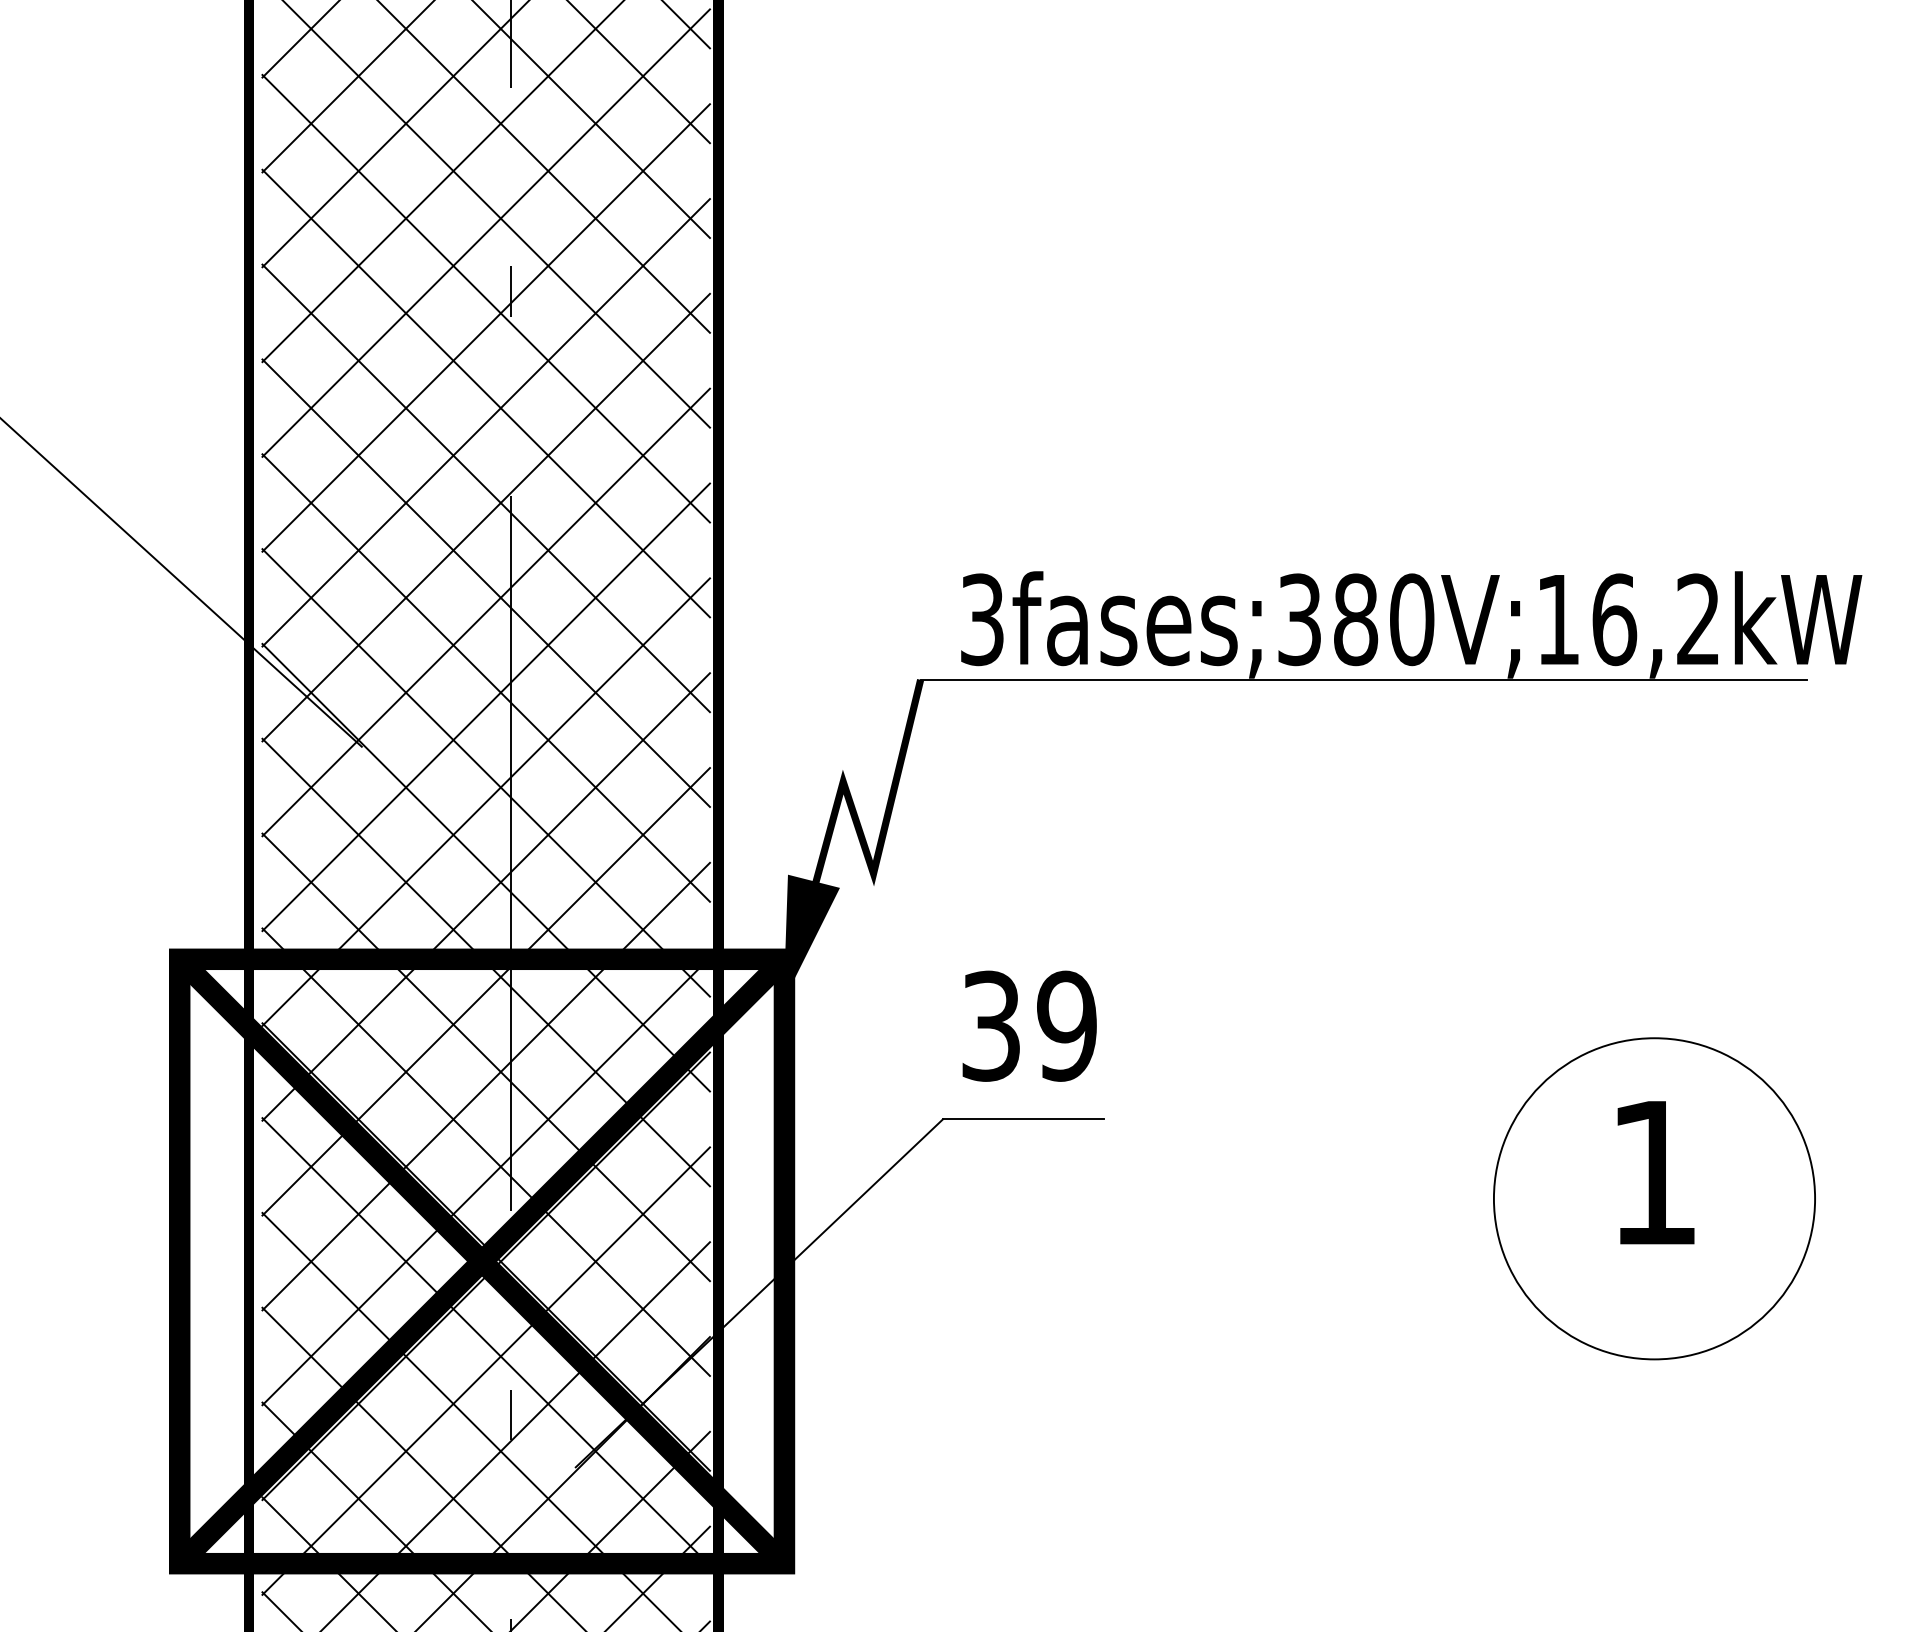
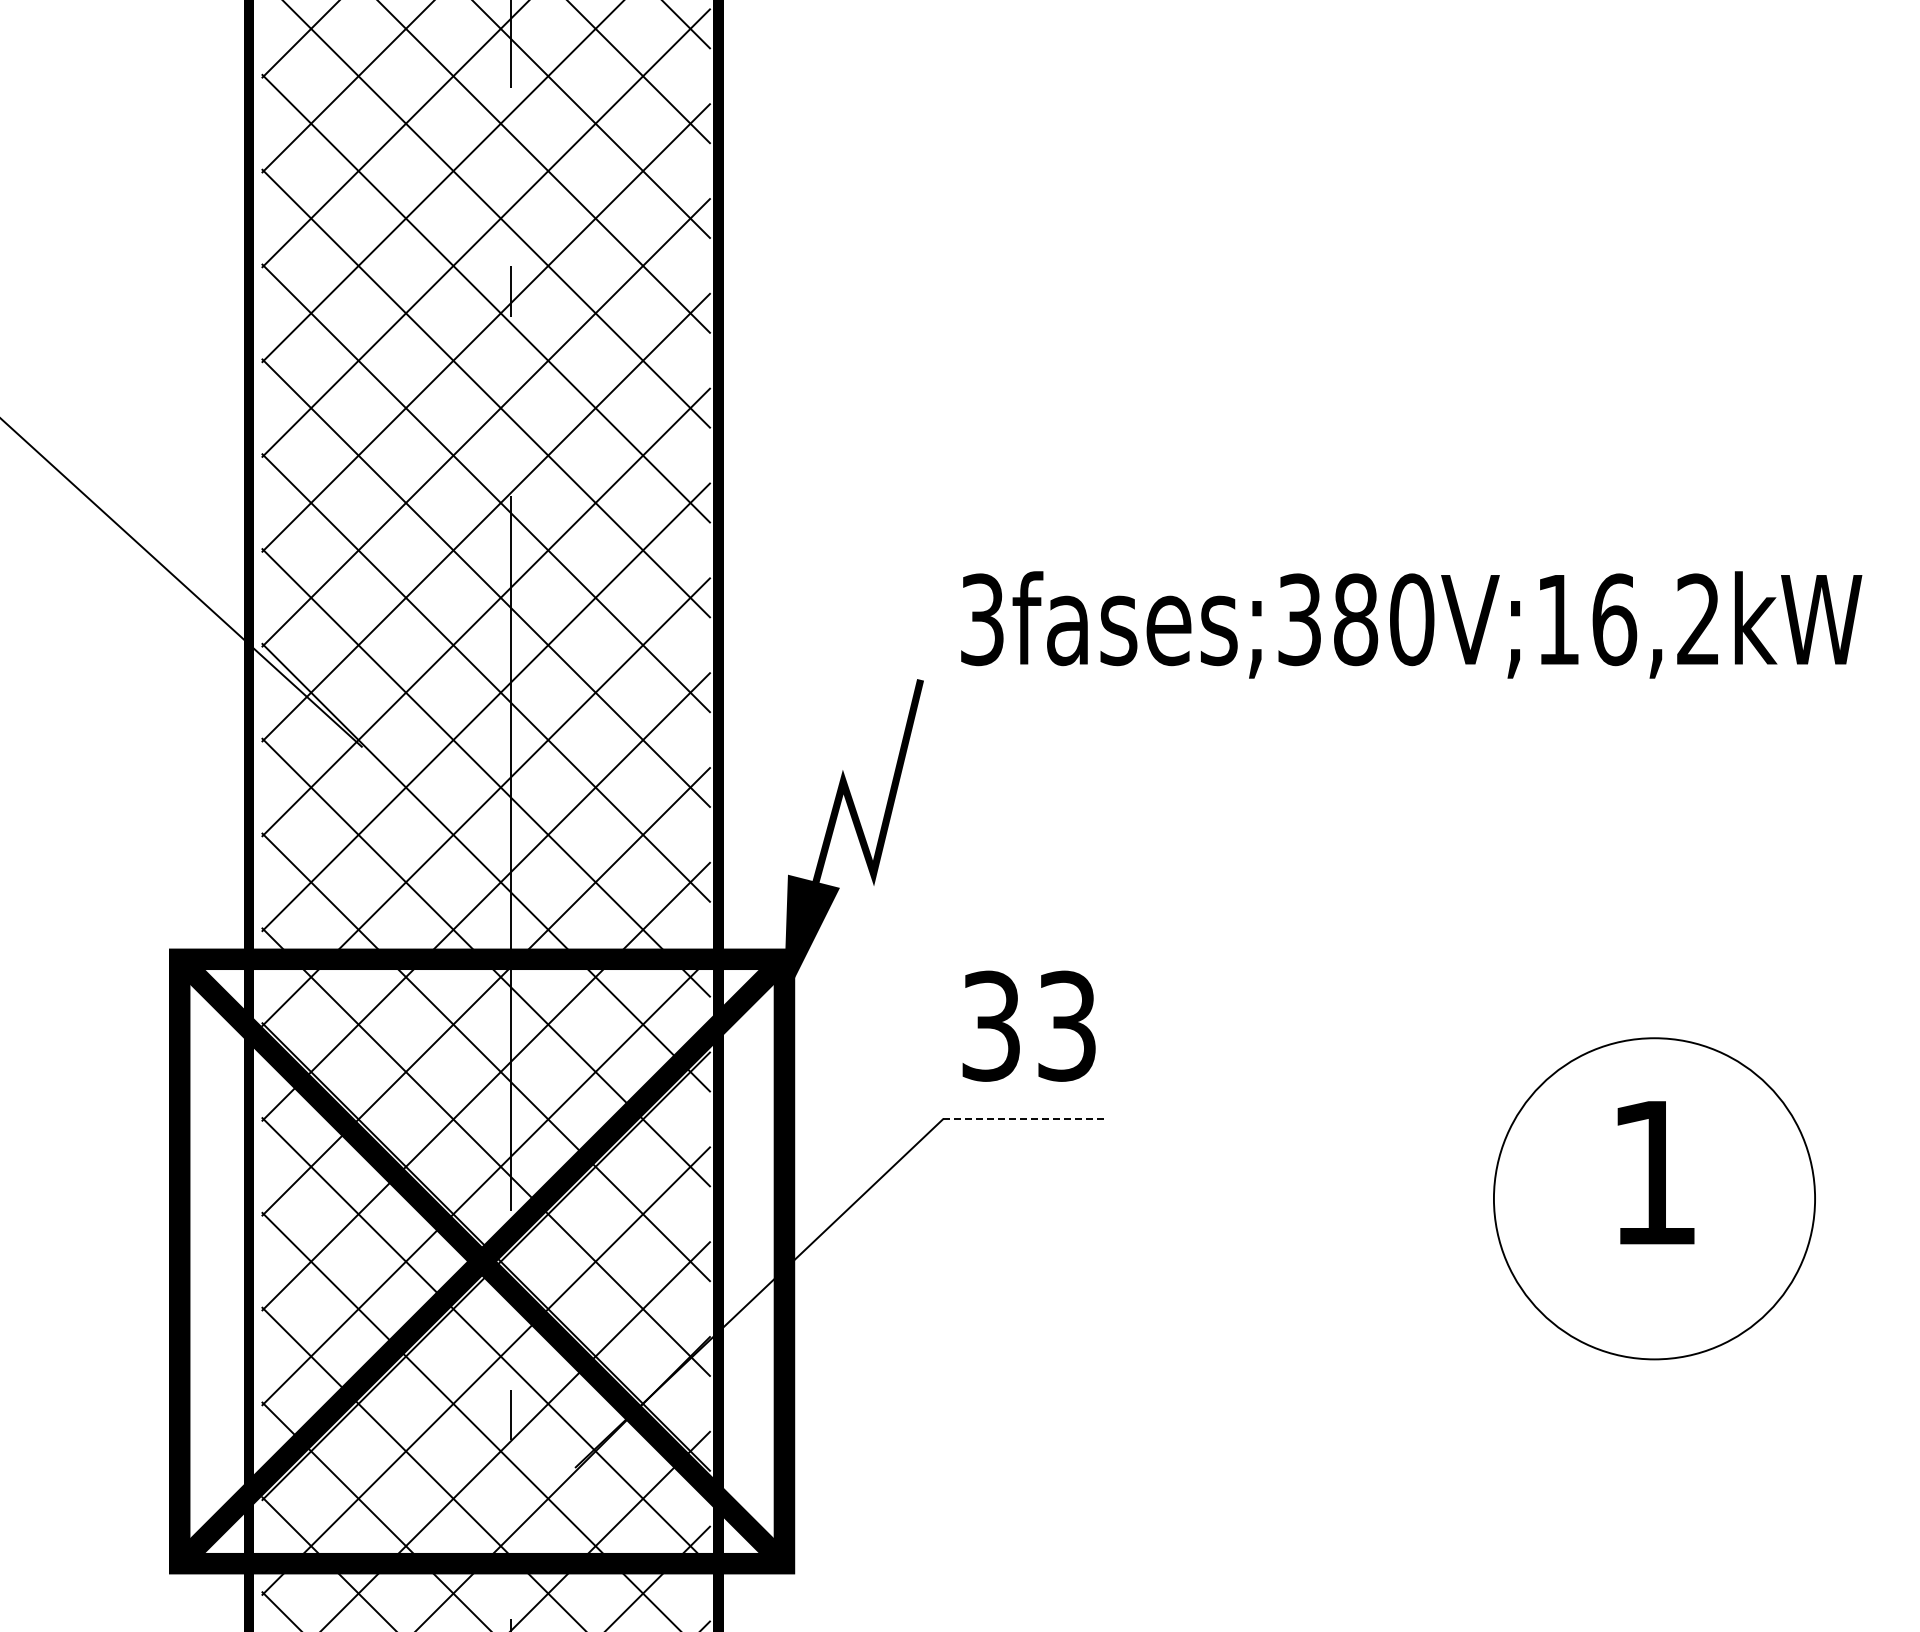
line at (1363, 679): present -> none
text at (1066, 1025): 39 -> 33
line at (1023, 1119): solid -> dashed
